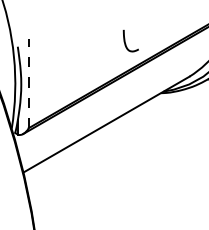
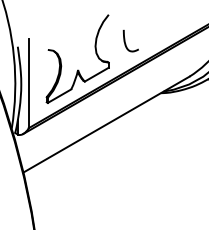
part at (77, 69): none -> present
line at (28, 83): dashed -> solid
